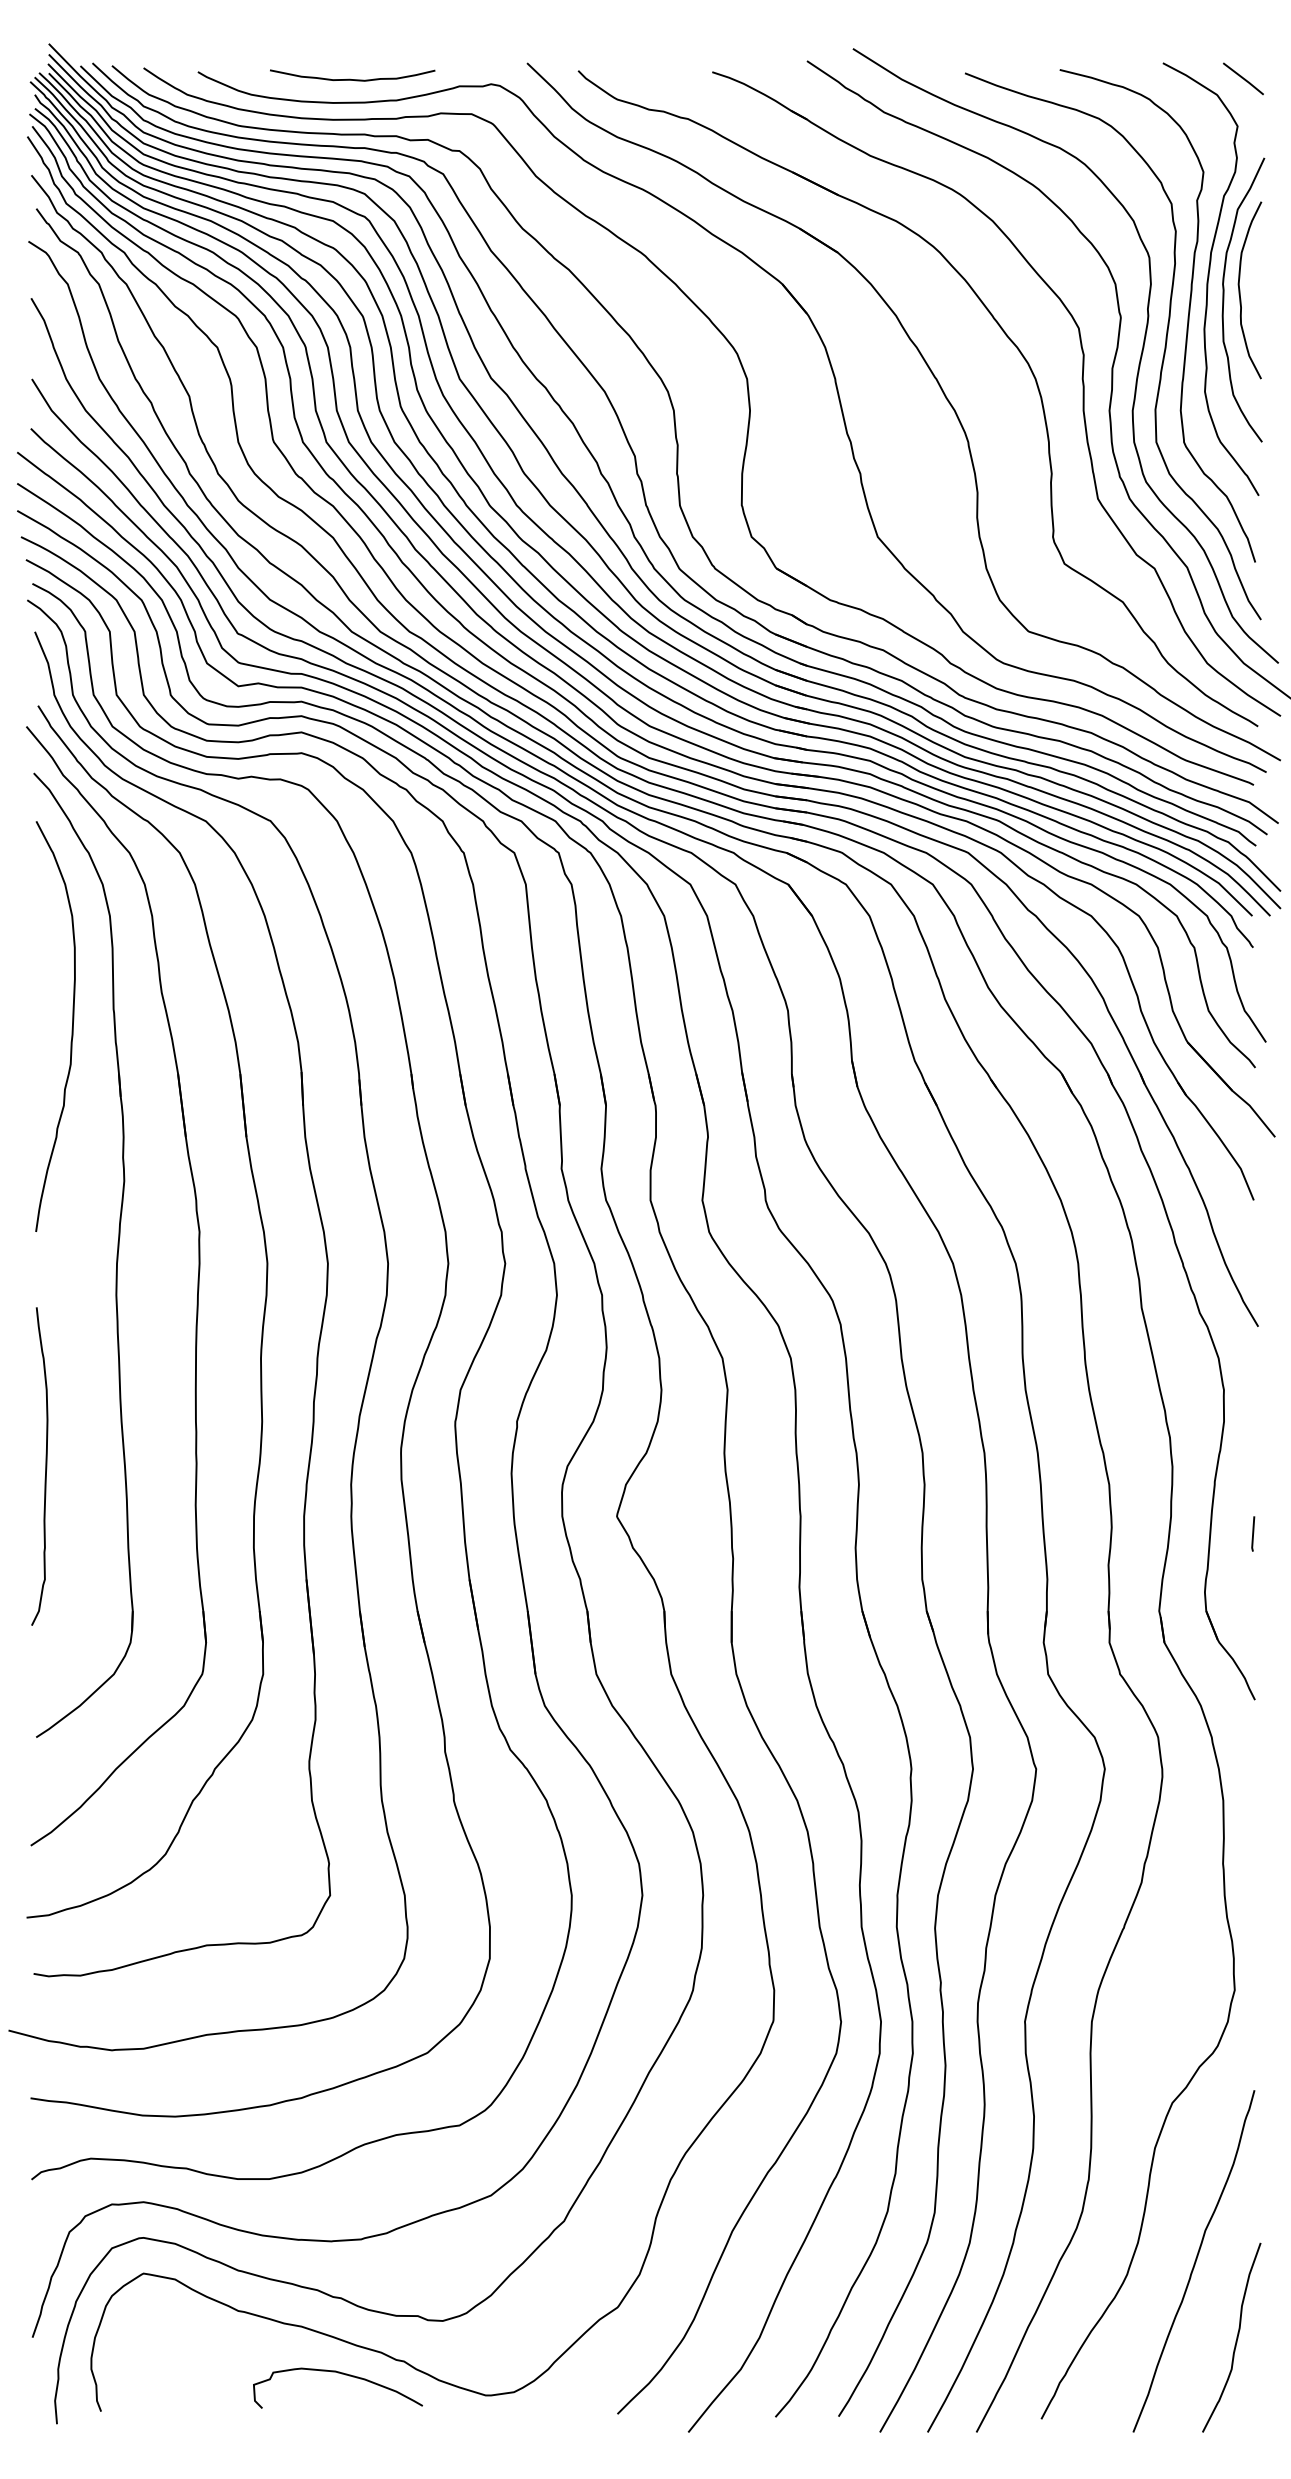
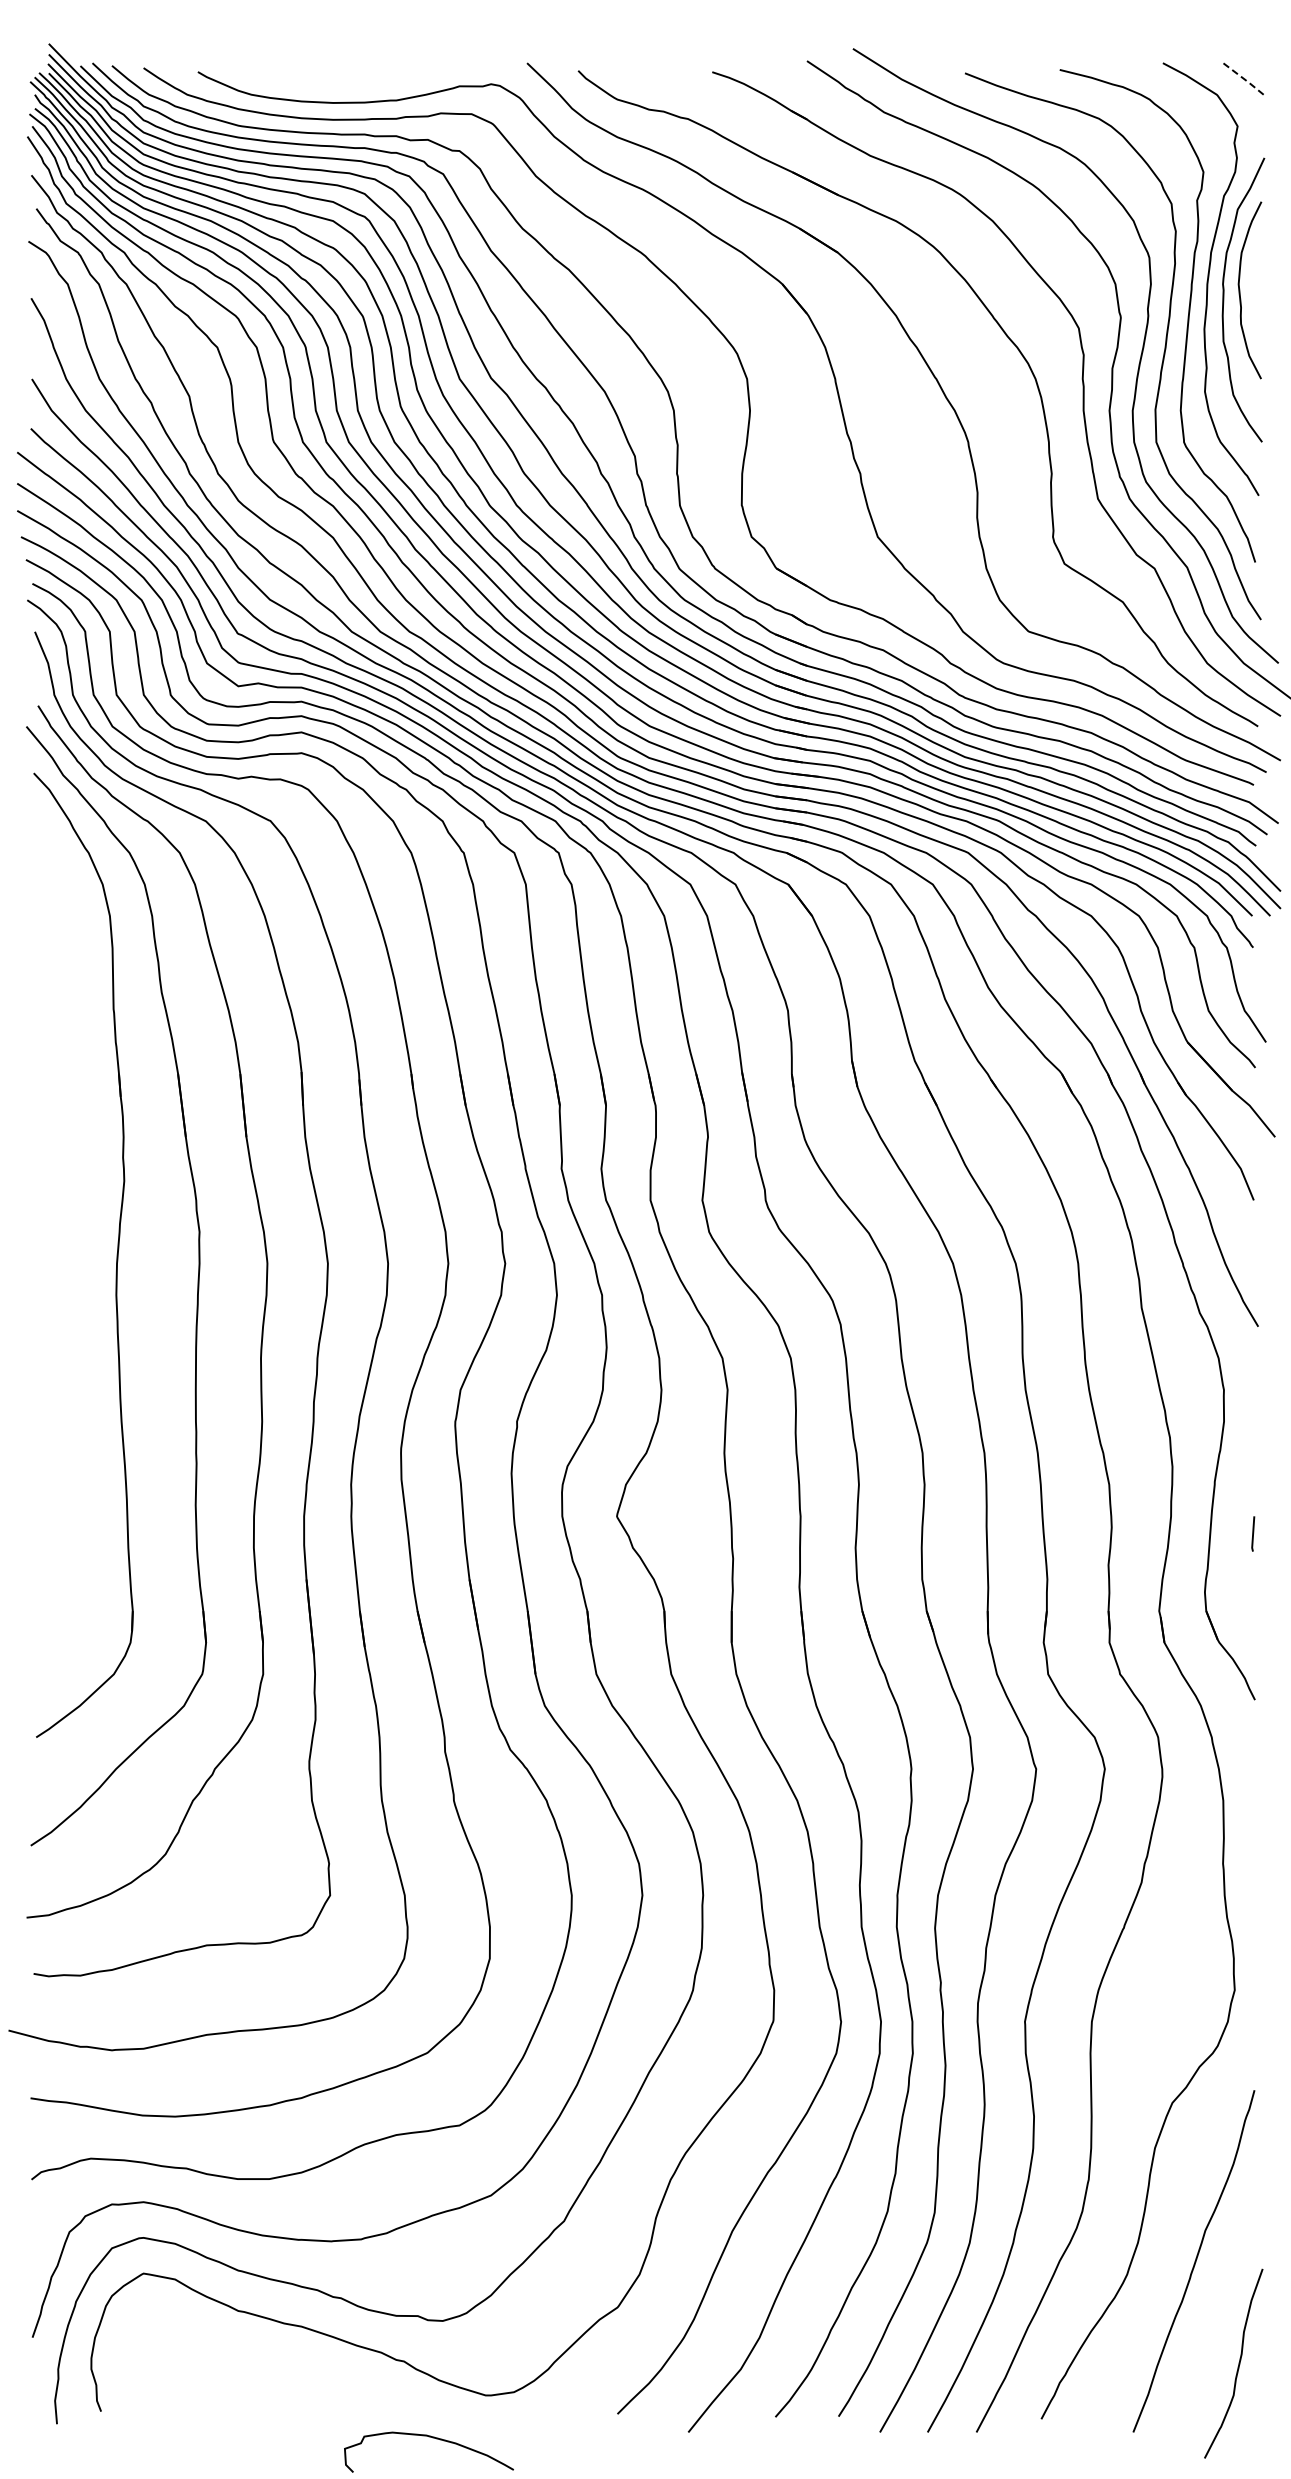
curve at (350, 78): present -> none
line at (1243, 78): solid -> dashed
curve at (71, 1028): present -> none
curve at (45, 1466): present -> none
curve at (1236, 2337) position: (1236, 2337) -> (1238, 2363)
curve at (341, 2374) position: (341, 2374) -> (432, 2438)
